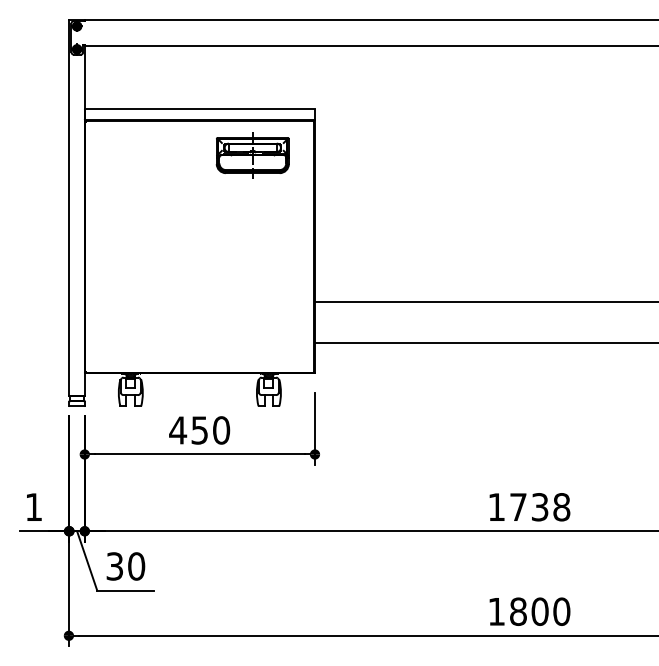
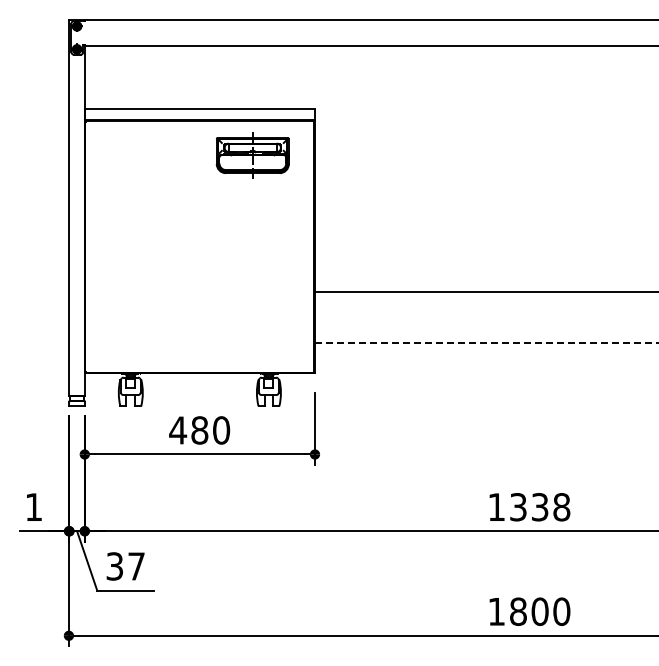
line at (484, 302) position: (484, 302) -> (484, 292)
line at (486, 343): solid -> dashed
text at (199, 430): 450 -> 480
text at (518, 507): 1738 -> 1338
text at (136, 566): 30 -> 37
